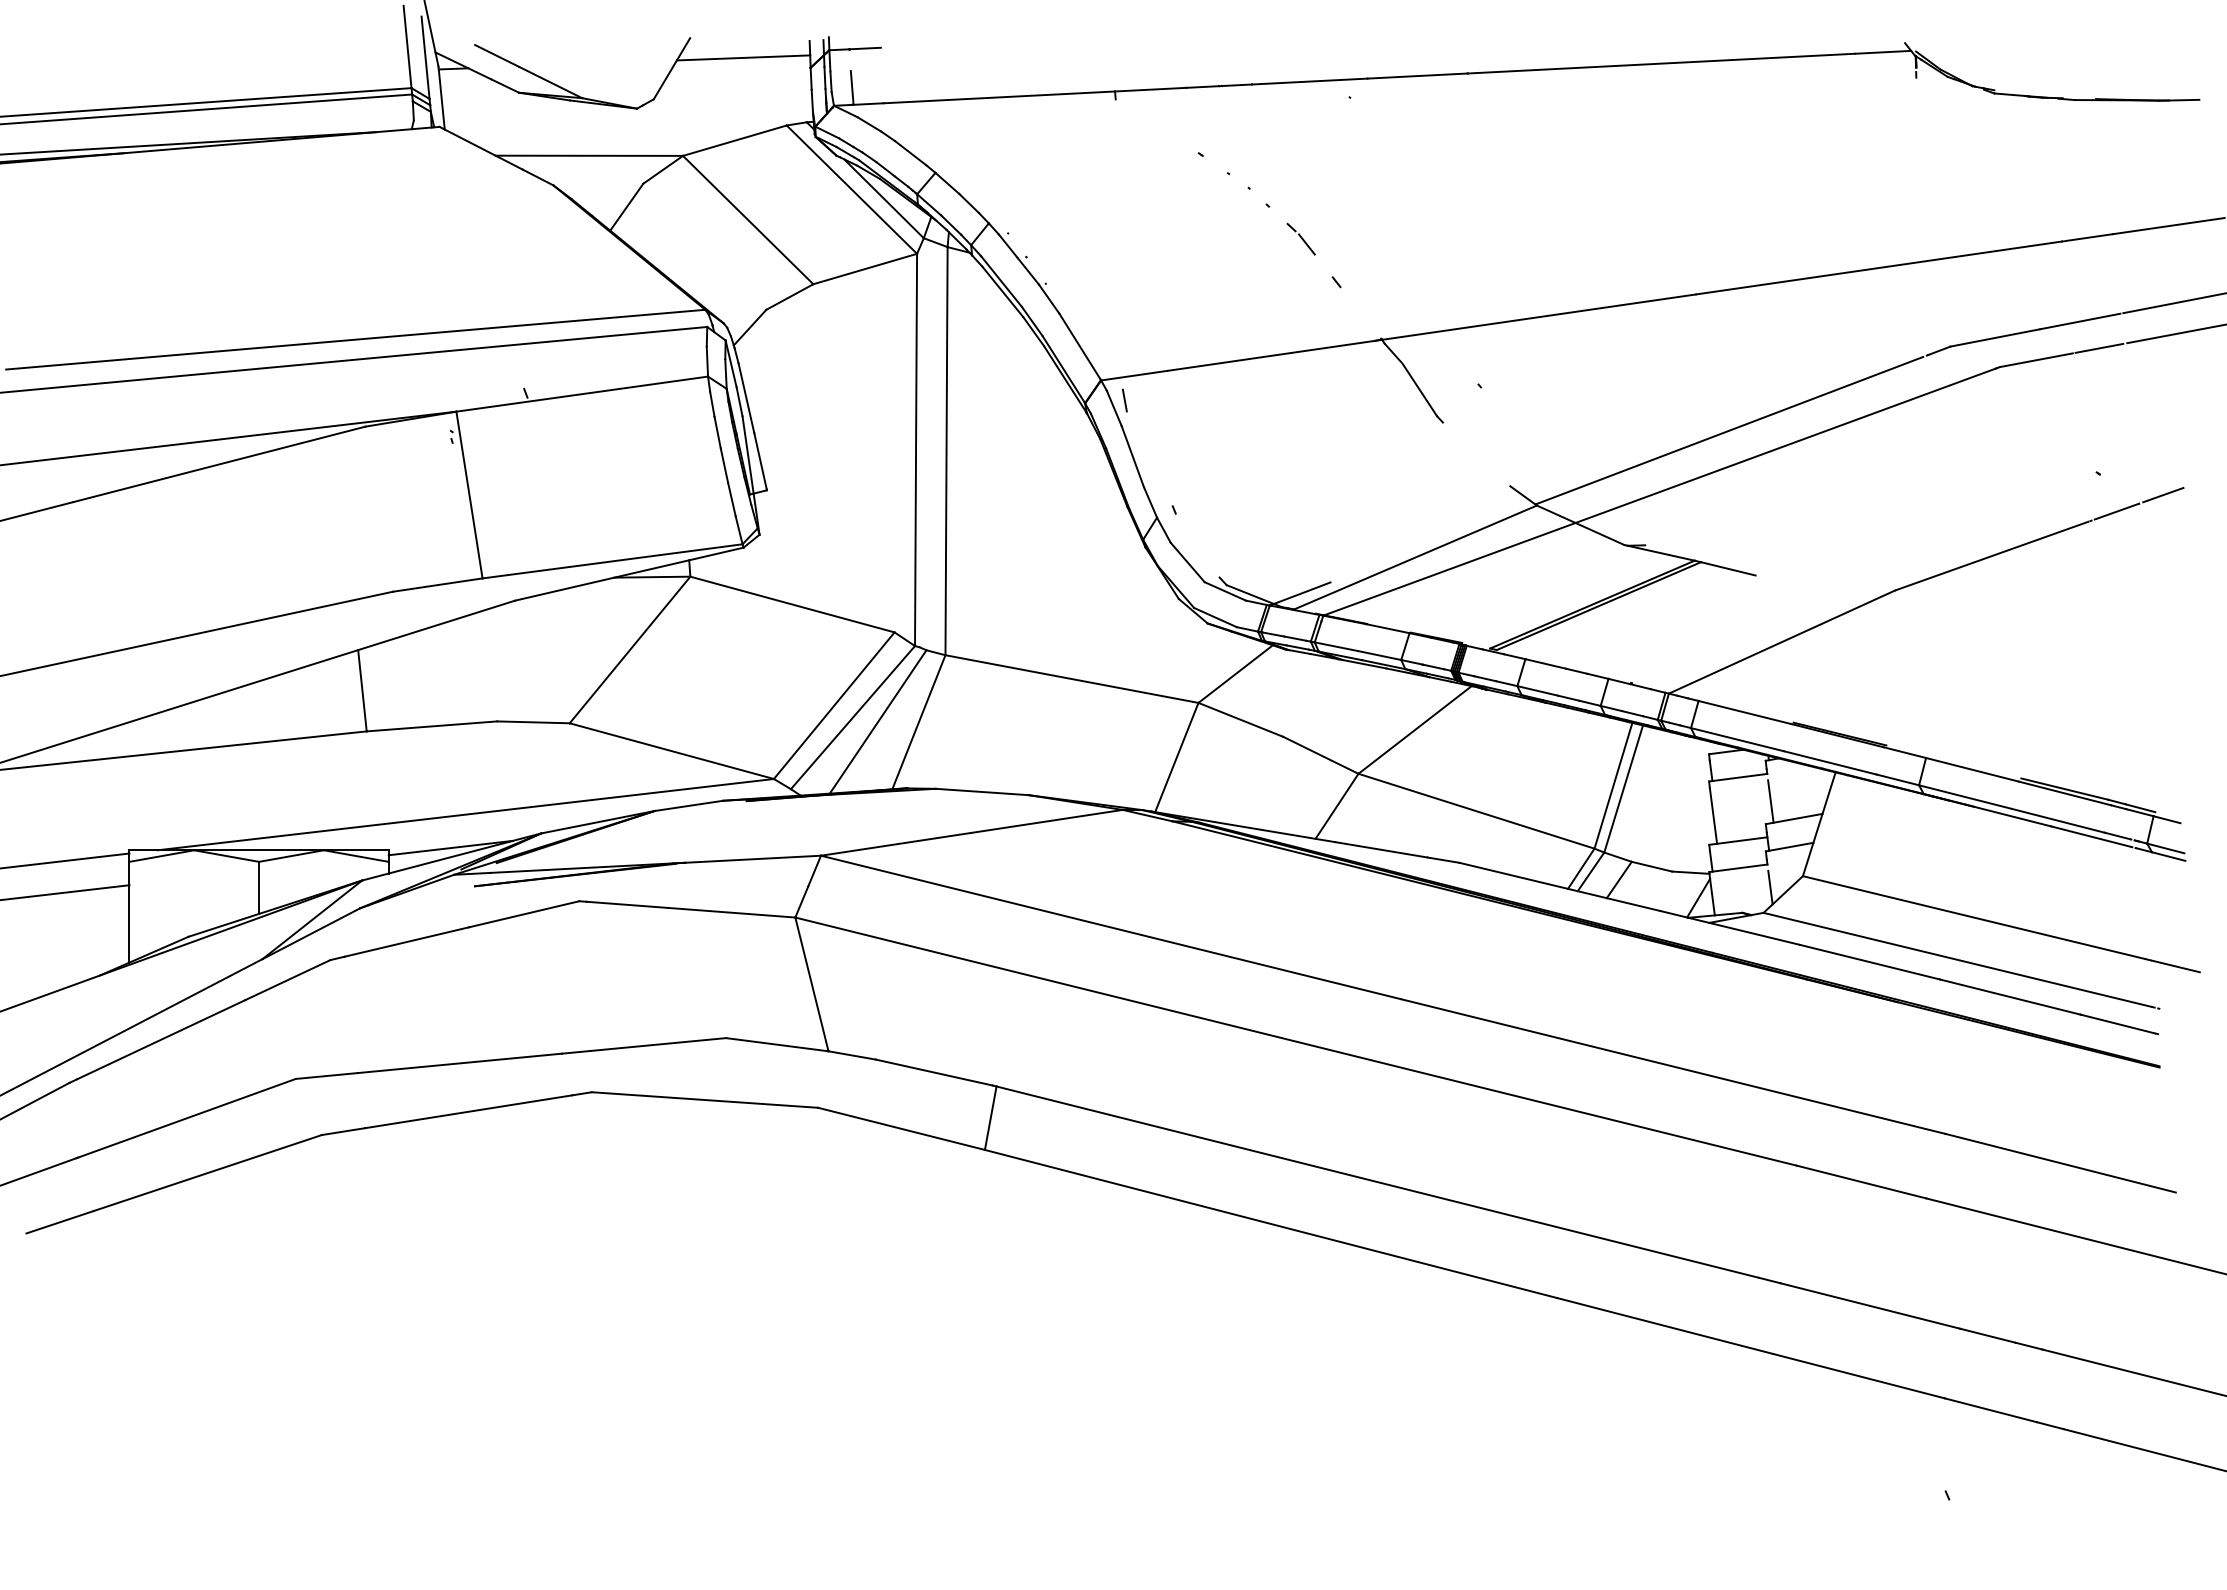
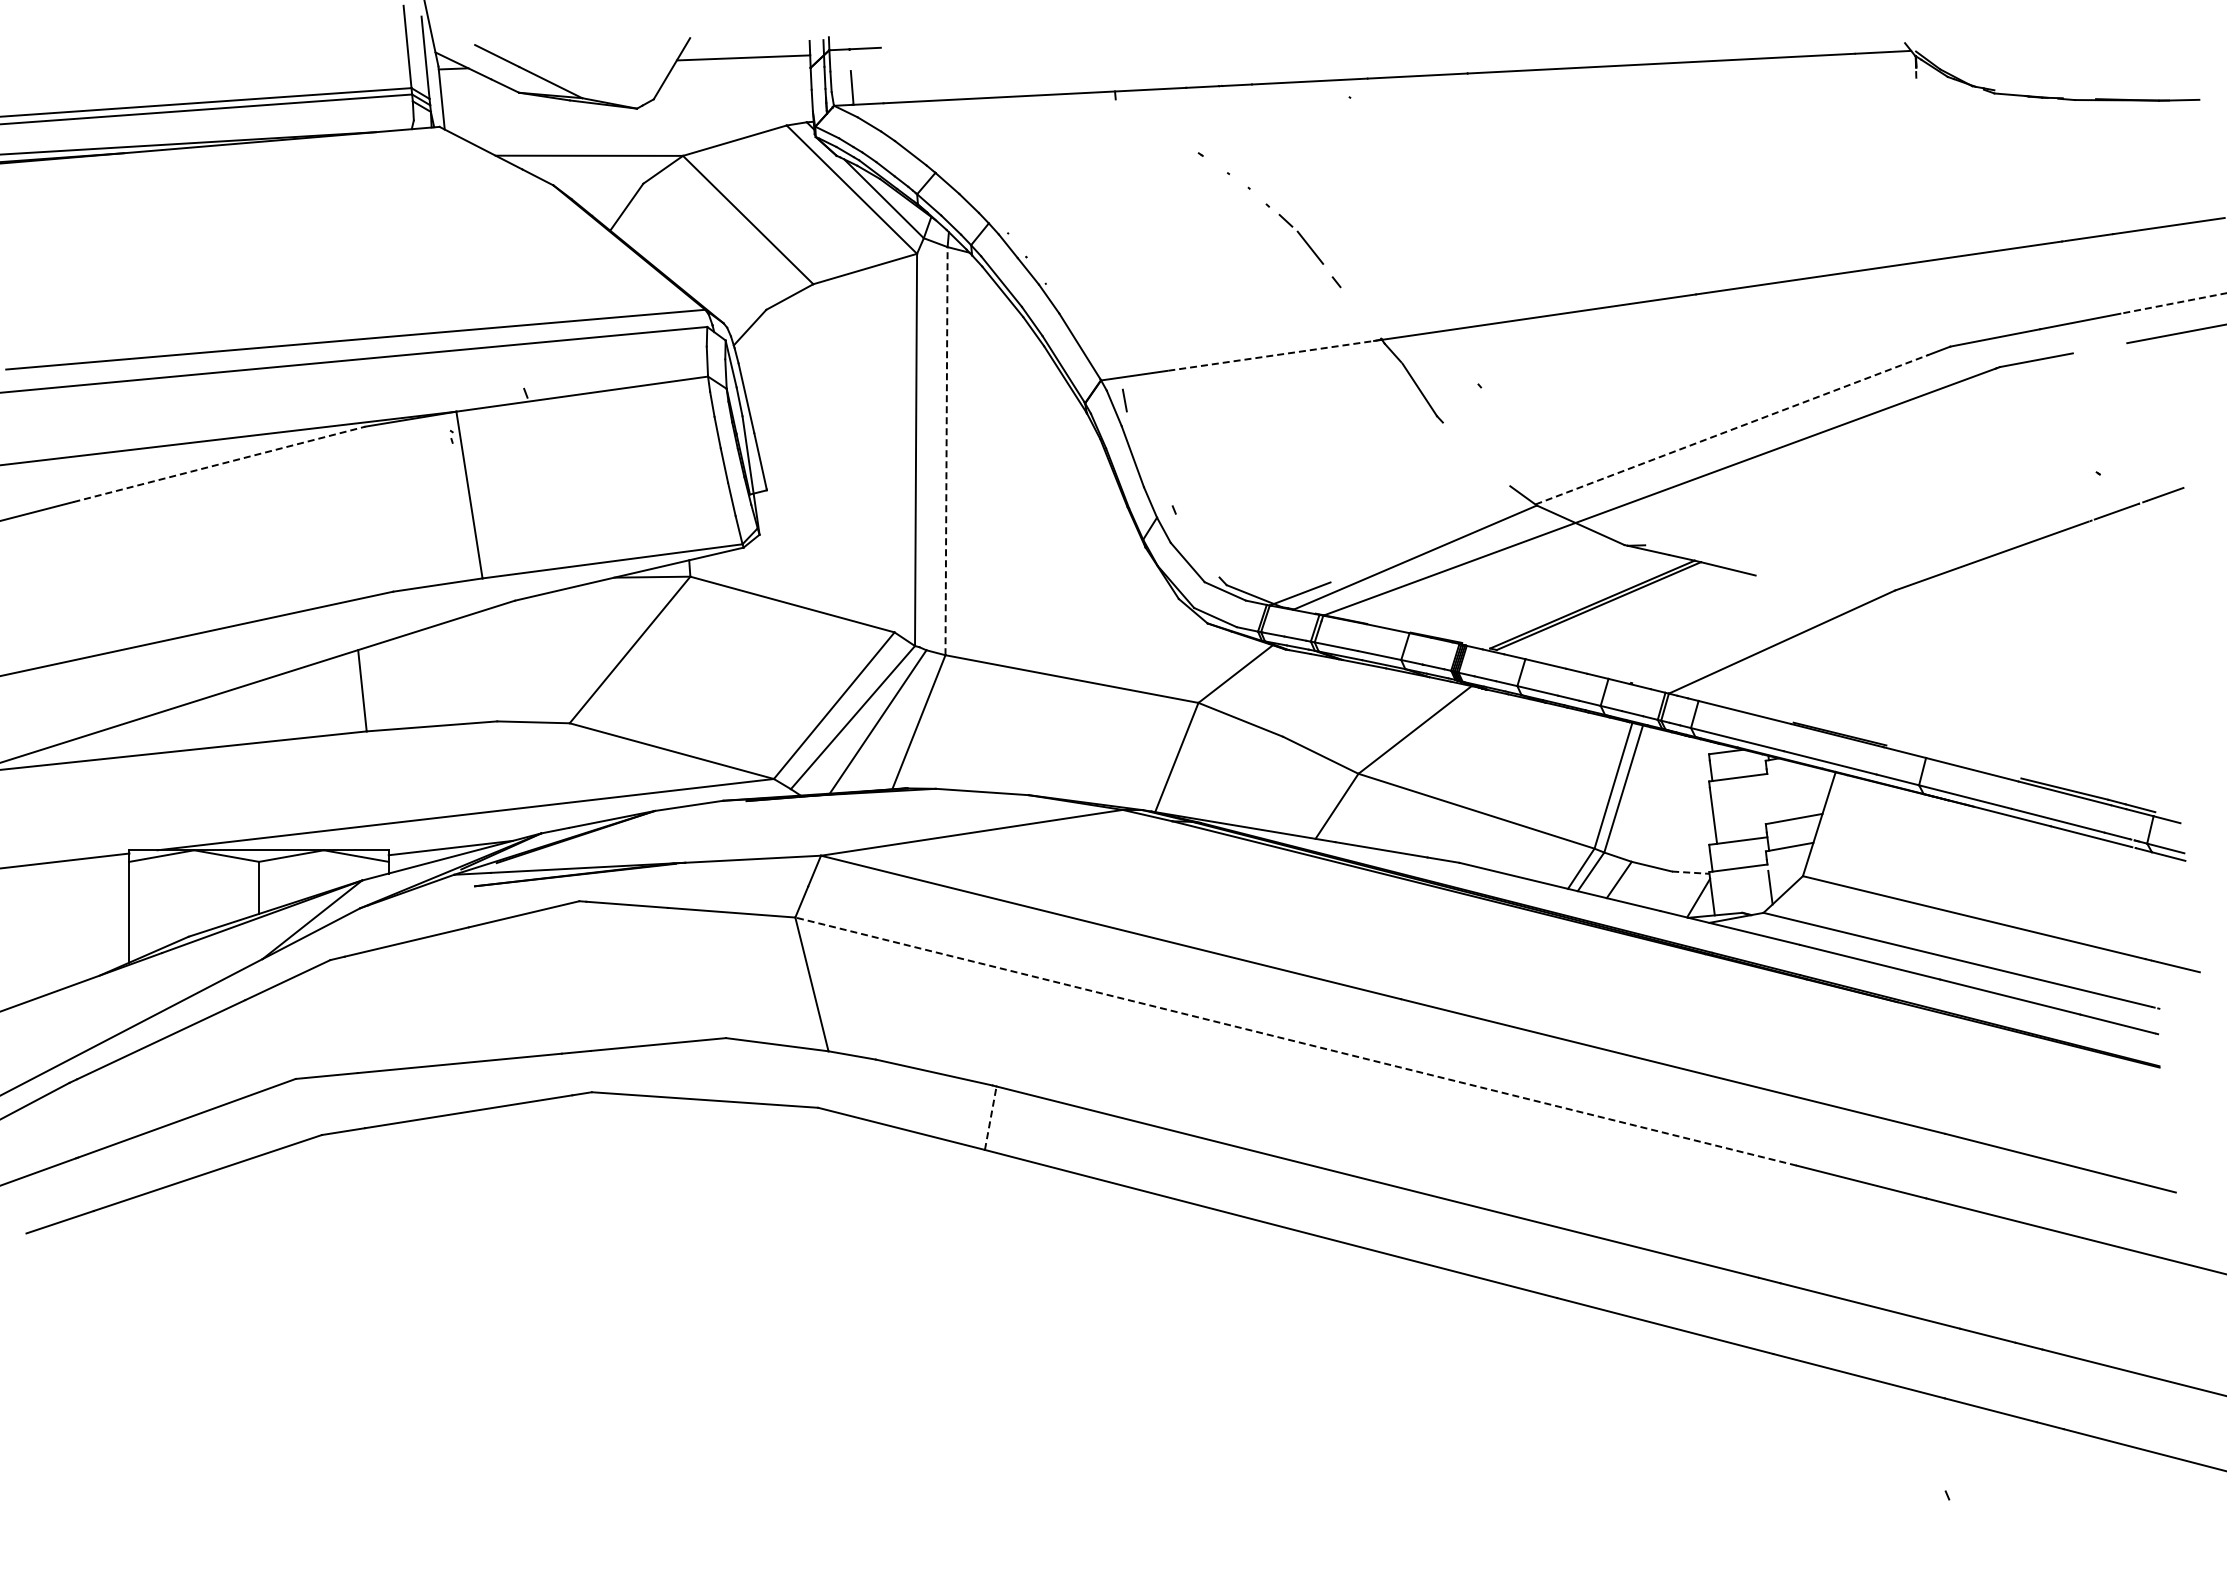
part at (1300, 238) size: 30x34 px -> 47x52 px
line at (2175, 303): solid -> dashed
line at (2099, 347): present -> none
line at (1275, 355): solid -> dashed
line at (1729, 430): solid -> dashed
line at (946, 450): solid -> dashed
line at (219, 464): solid -> dashed
line at (1770, 801): present -> none
line at (1690, 872): solid -> dashed
line at (65, 892): present -> none
line at (1296, 1041): solid -> dashed
line at (990, 1117): solid -> dashed
